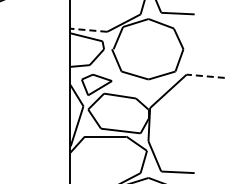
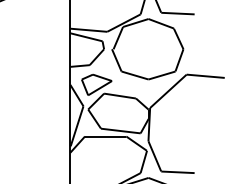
line at (88, 30): dashed -> solid
line at (205, 76): dashed -> solid
